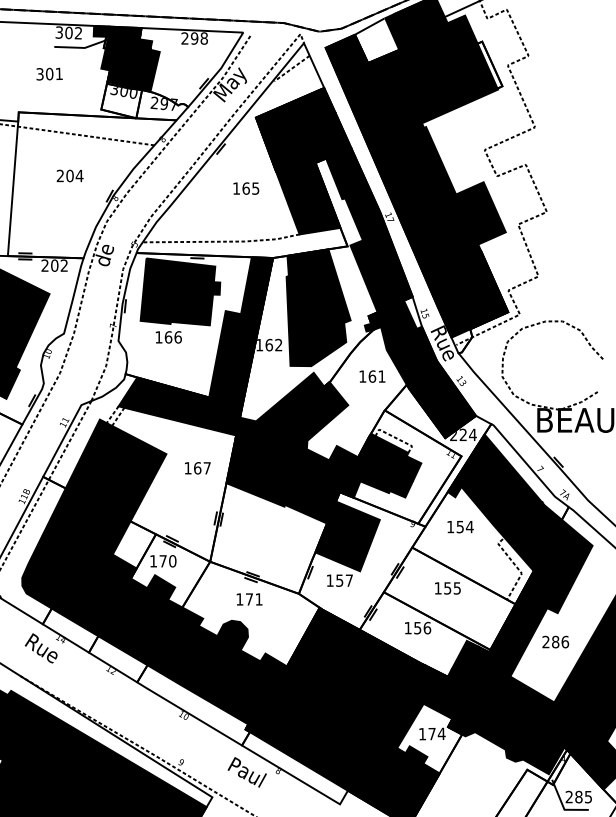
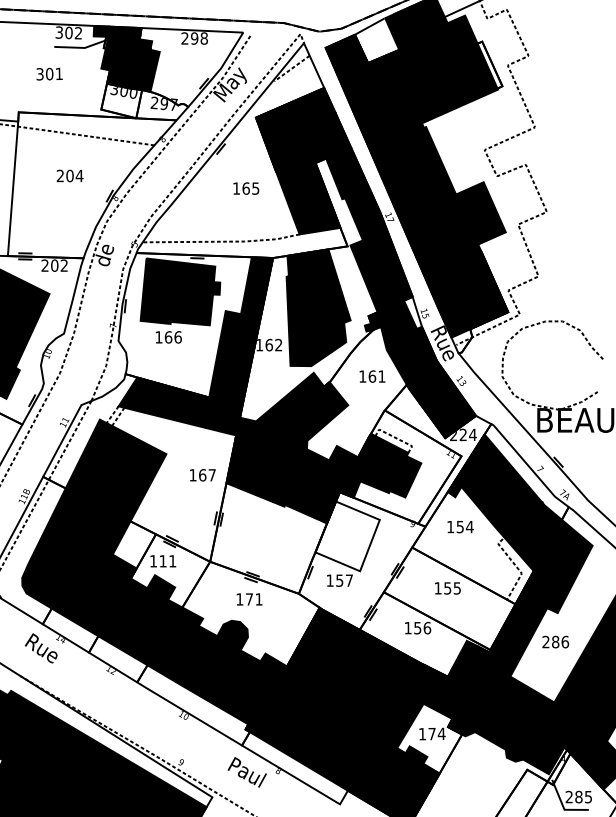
text at (197, 468) position: (197, 468) -> (202, 475)
fill at (347, 536): present -> none
text at (167, 561): 170 -> 111
